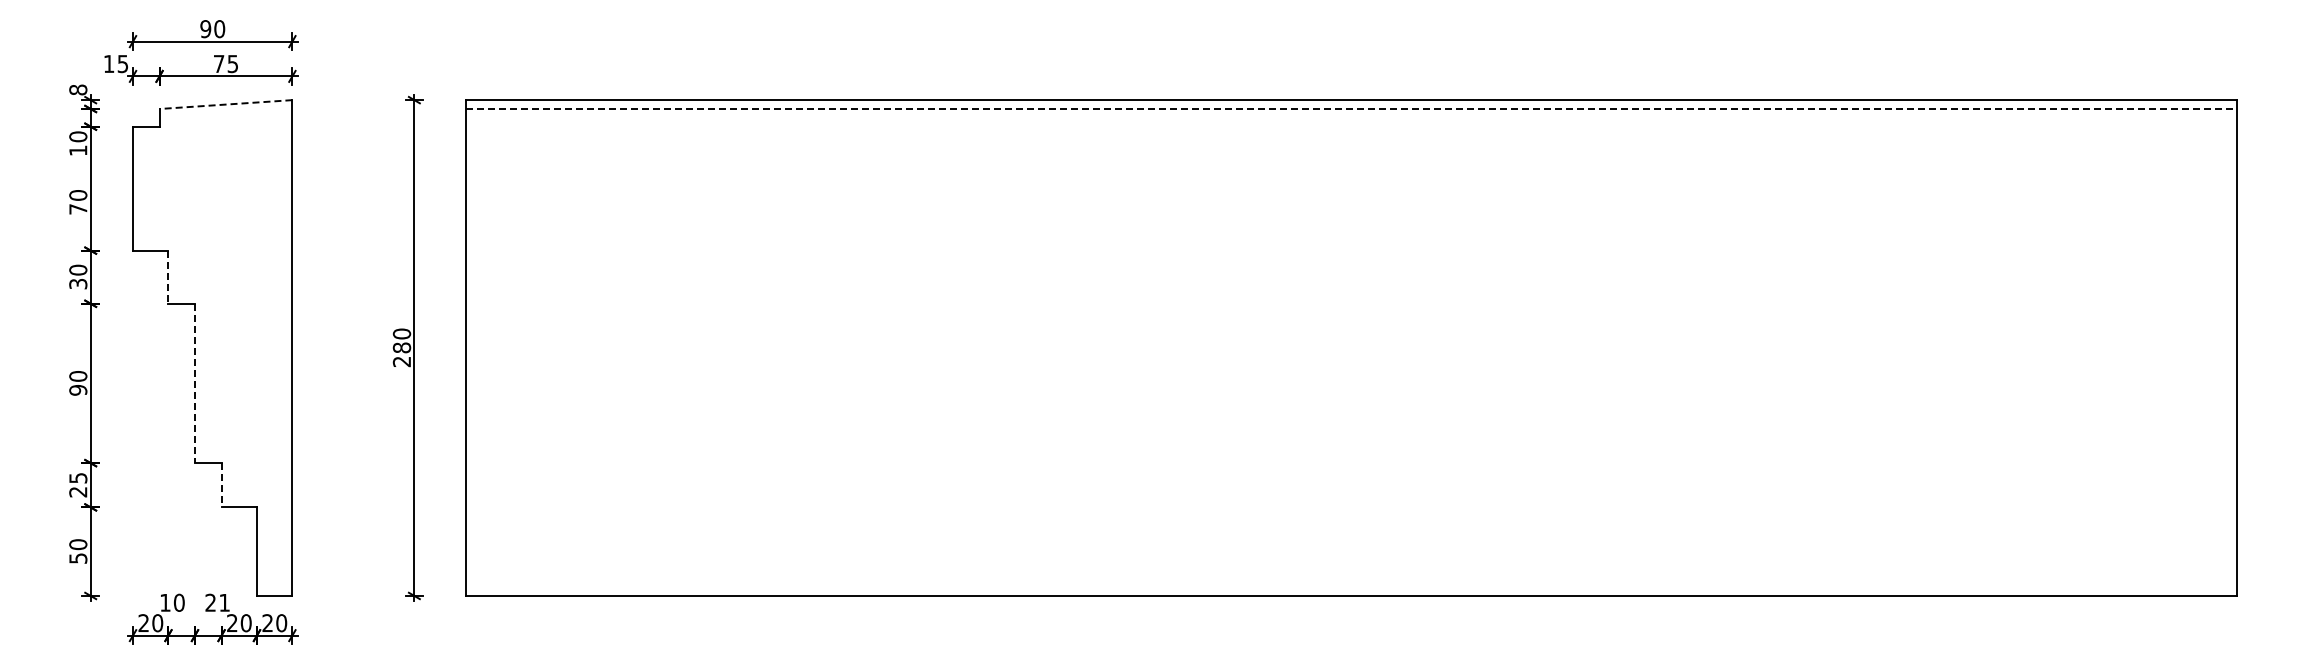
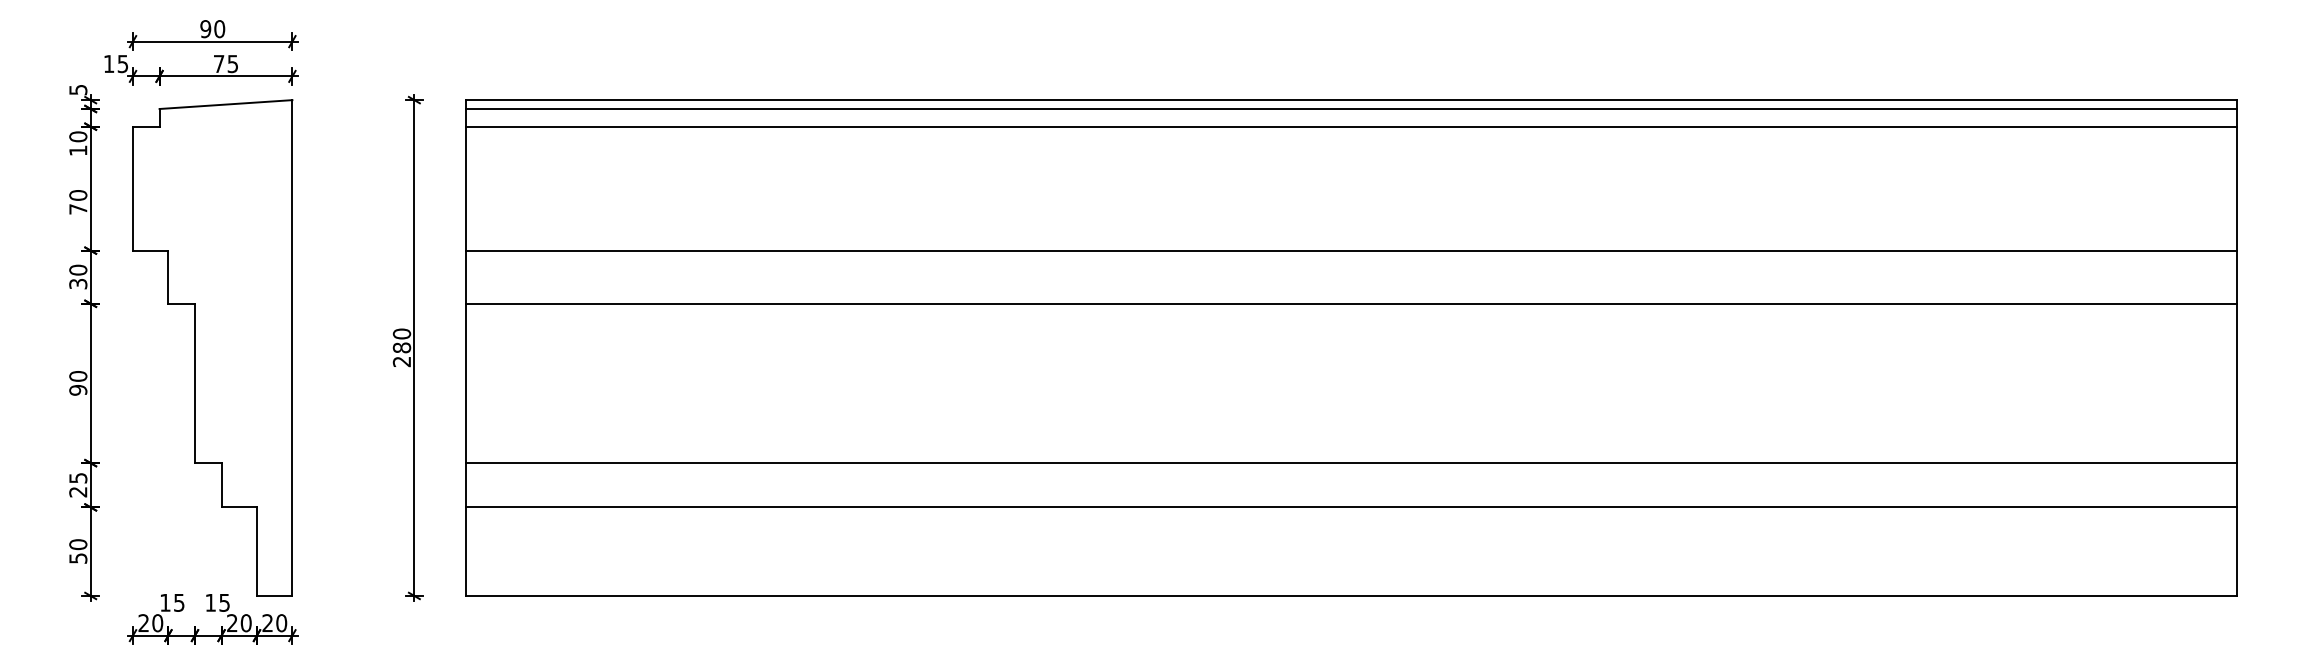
text at (78, 89): 8 -> 5
line at (225, 104): dashed -> solid
line at (1351, 109): dashed -> solid
line at (1351, 126): none -> present
line at (1351, 250): none -> present
line at (168, 277): dashed -> solid
line at (1351, 303): none -> present
line at (195, 383): dashed -> solid
line at (1351, 463): none -> present
line at (221, 485): dashed -> solid
line at (1351, 507): none -> present
text at (178, 602): 10 -> 15
text at (217, 602): 21 -> 15
